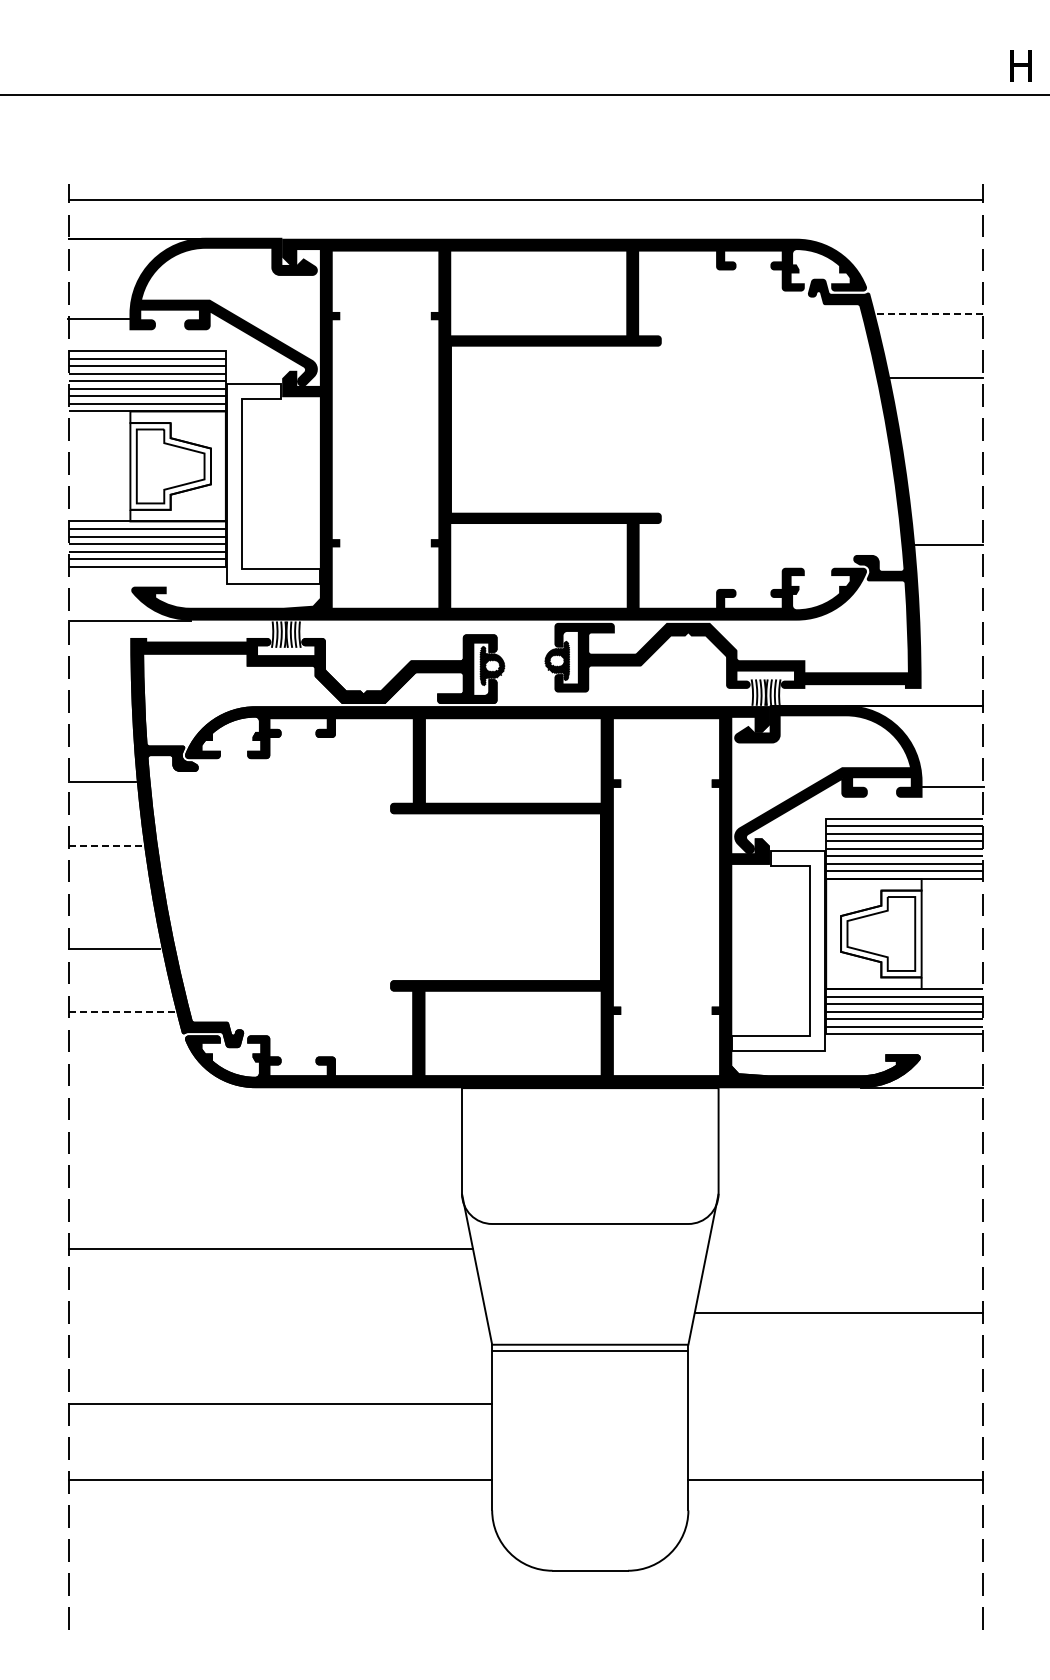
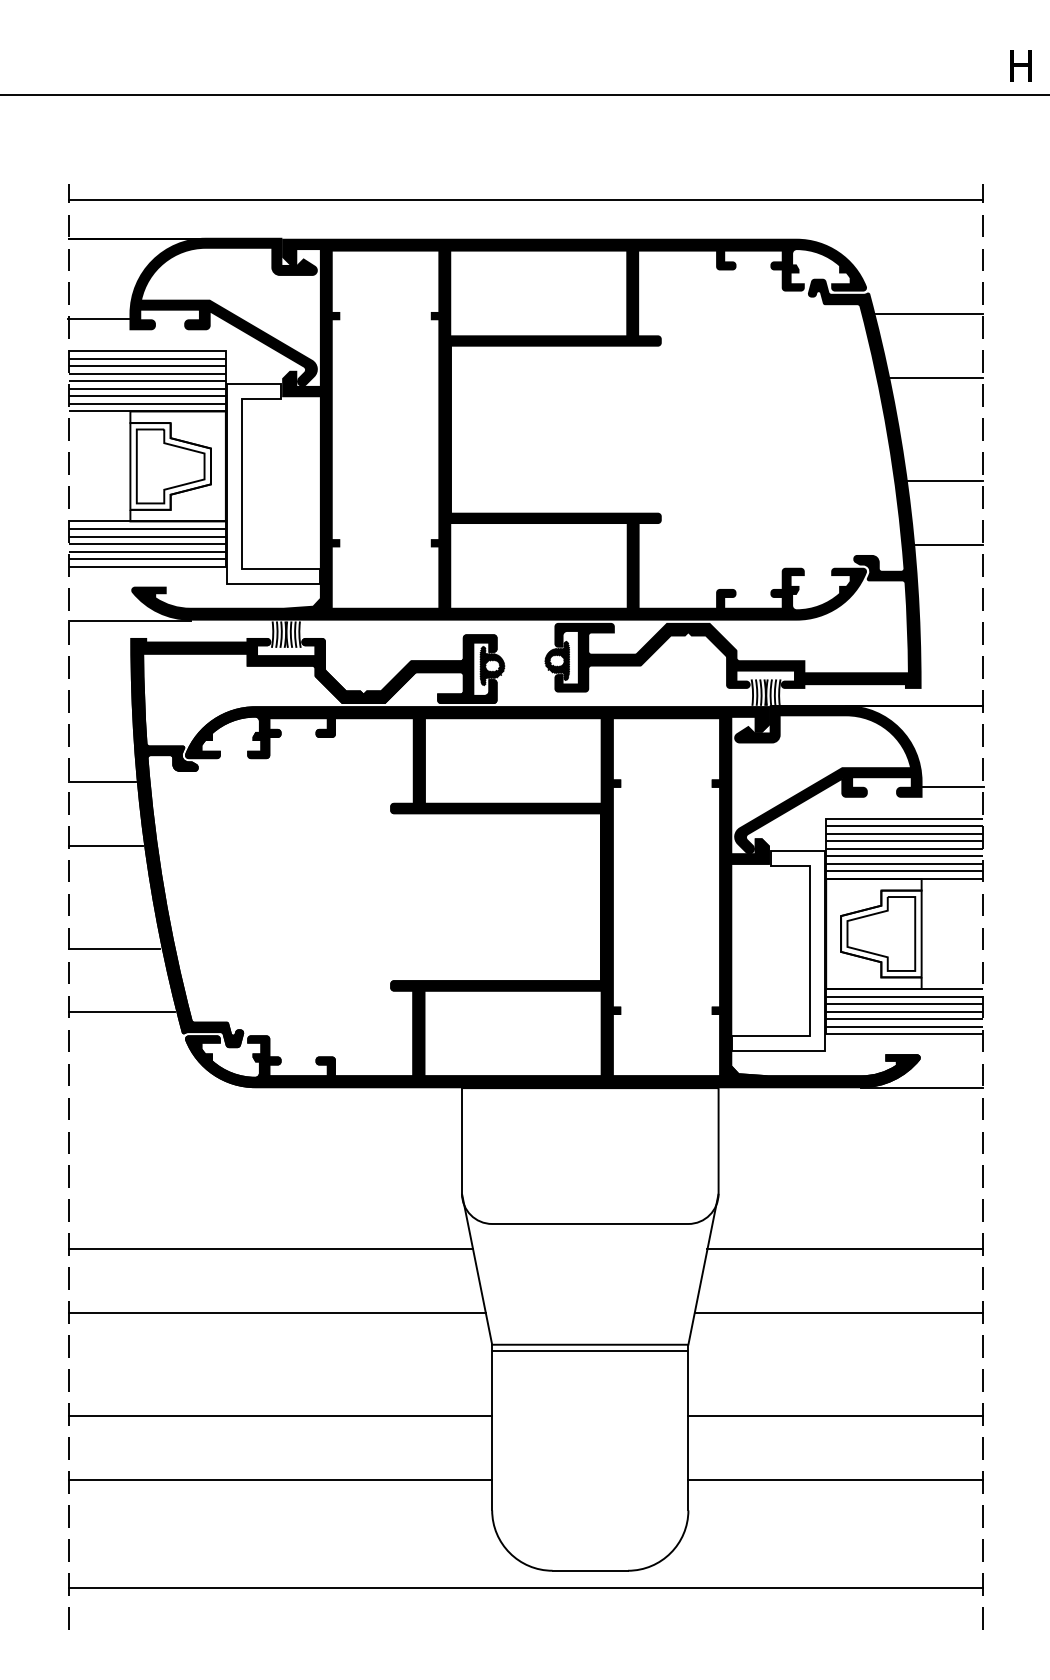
line at (929, 314): dashed -> solid
line at (944, 481): none -> present
line at (106, 845): dashed -> solid
line at (121, 1012): dashed -> solid
line at (844, 1249): none -> present
line at (277, 1313): none -> present
line at (280, 1404) position: (280, 1404) -> (280, 1416)
line at (835, 1416): none -> present
line at (525, 1588): none -> present
